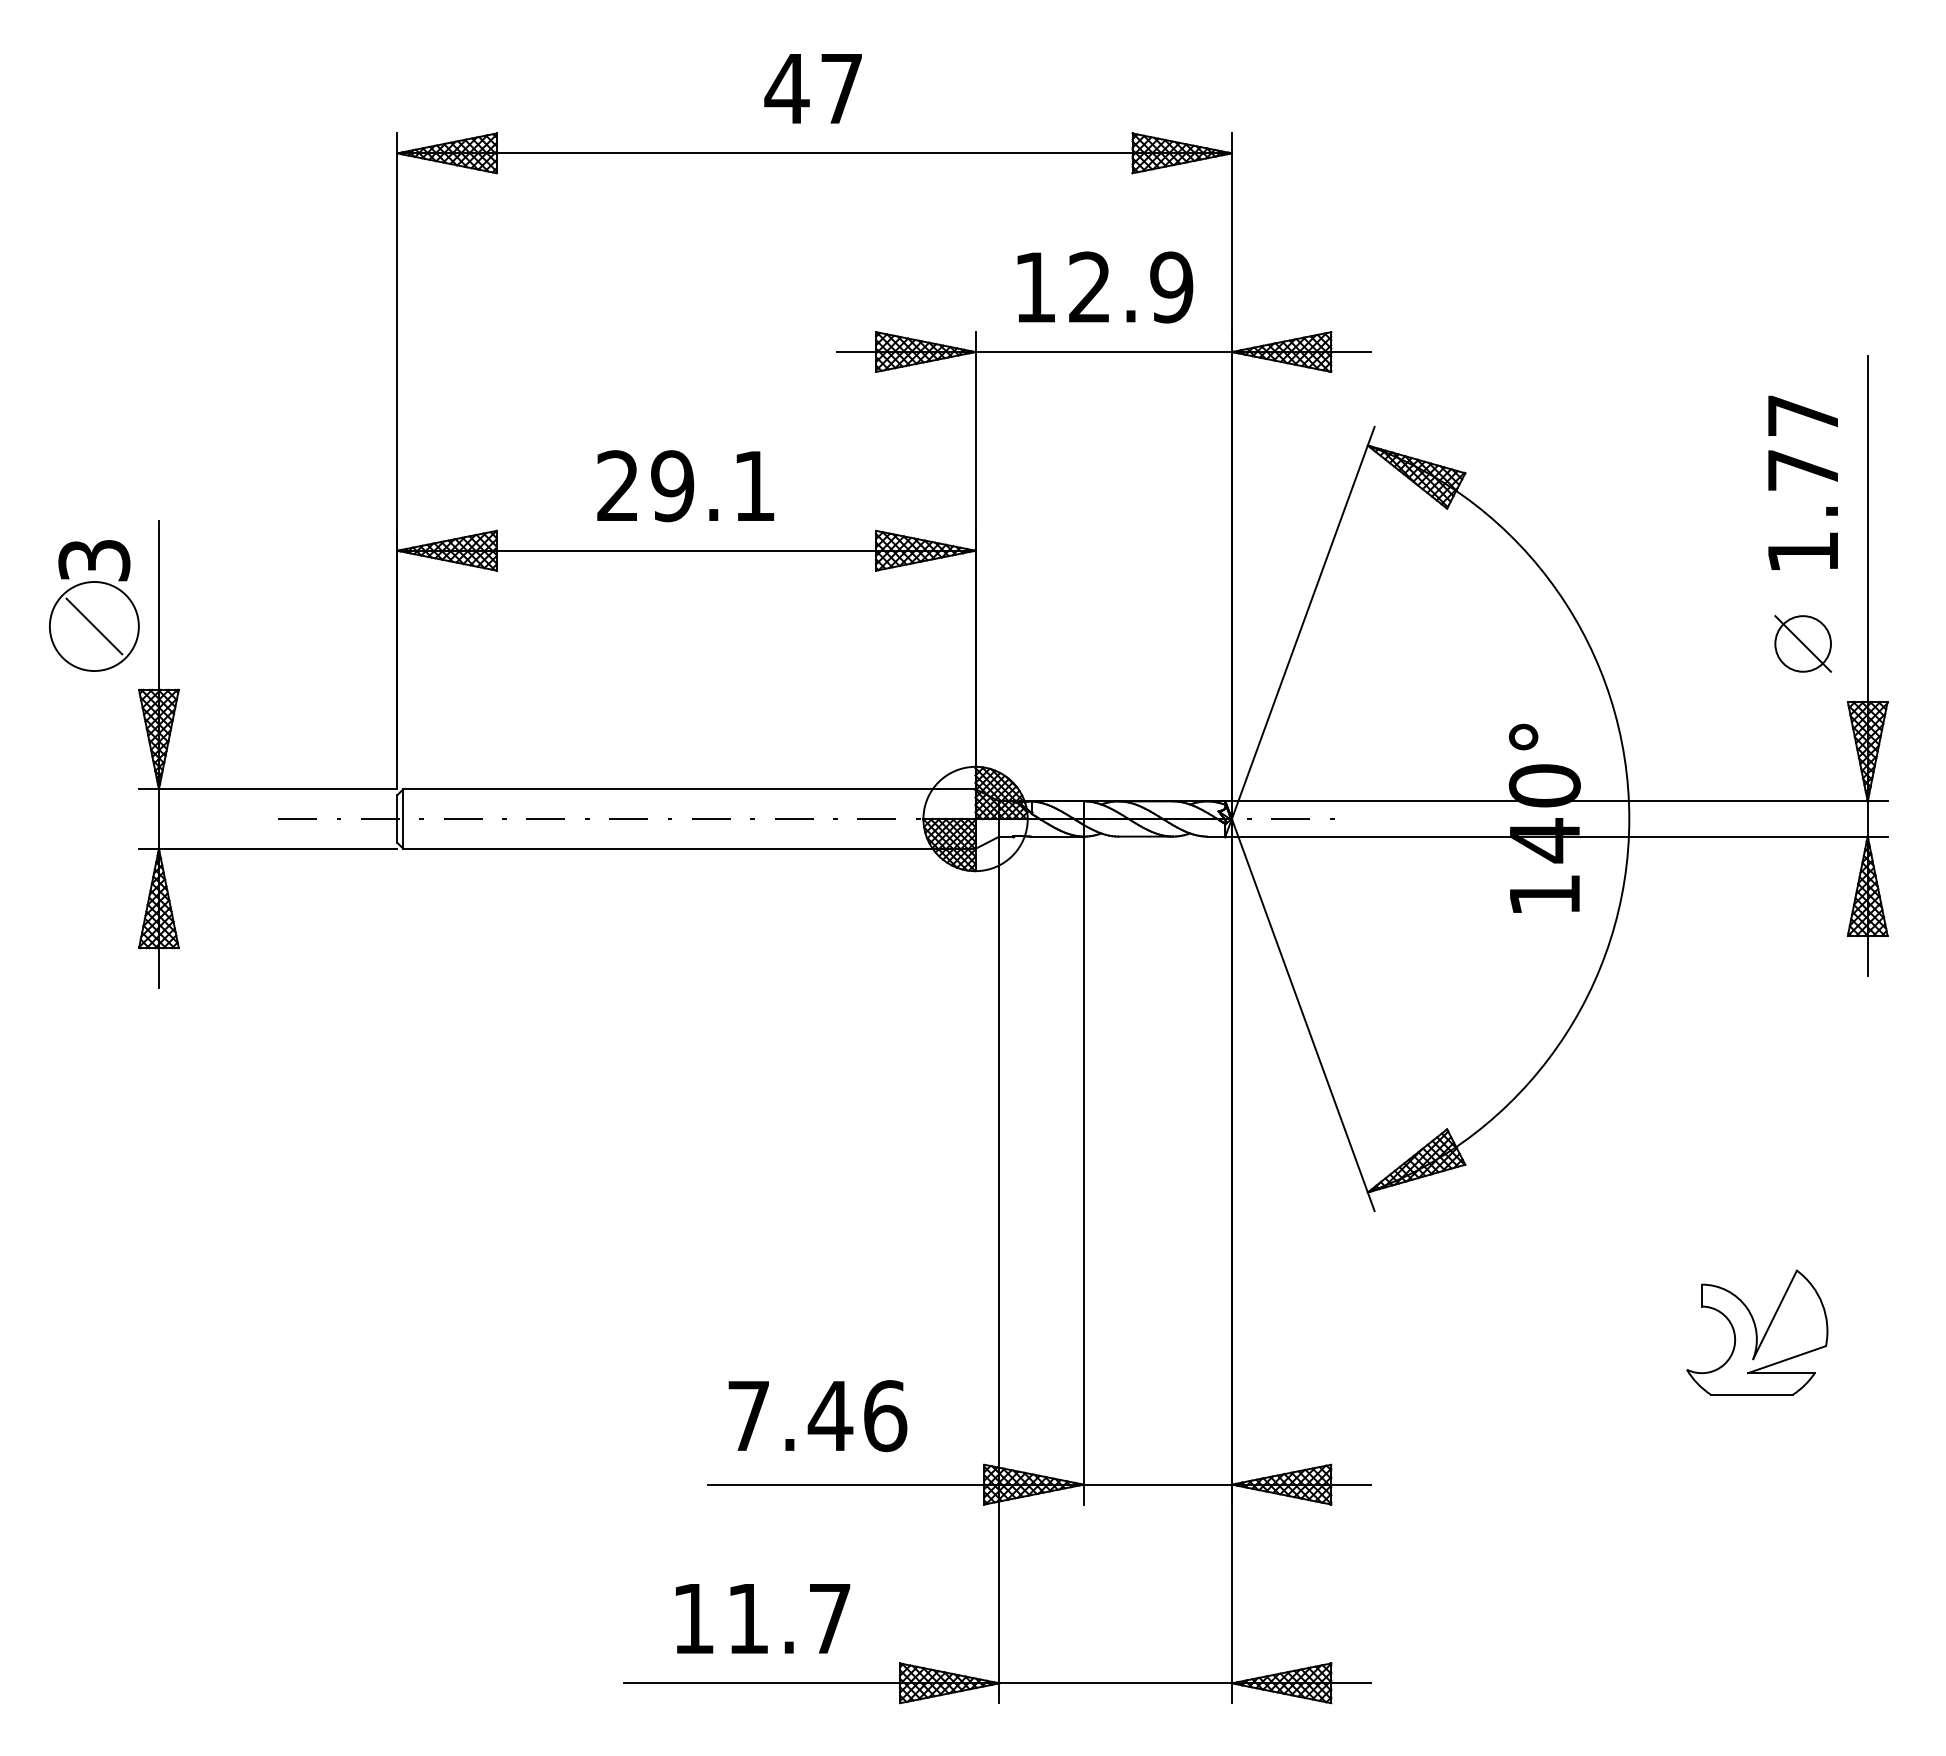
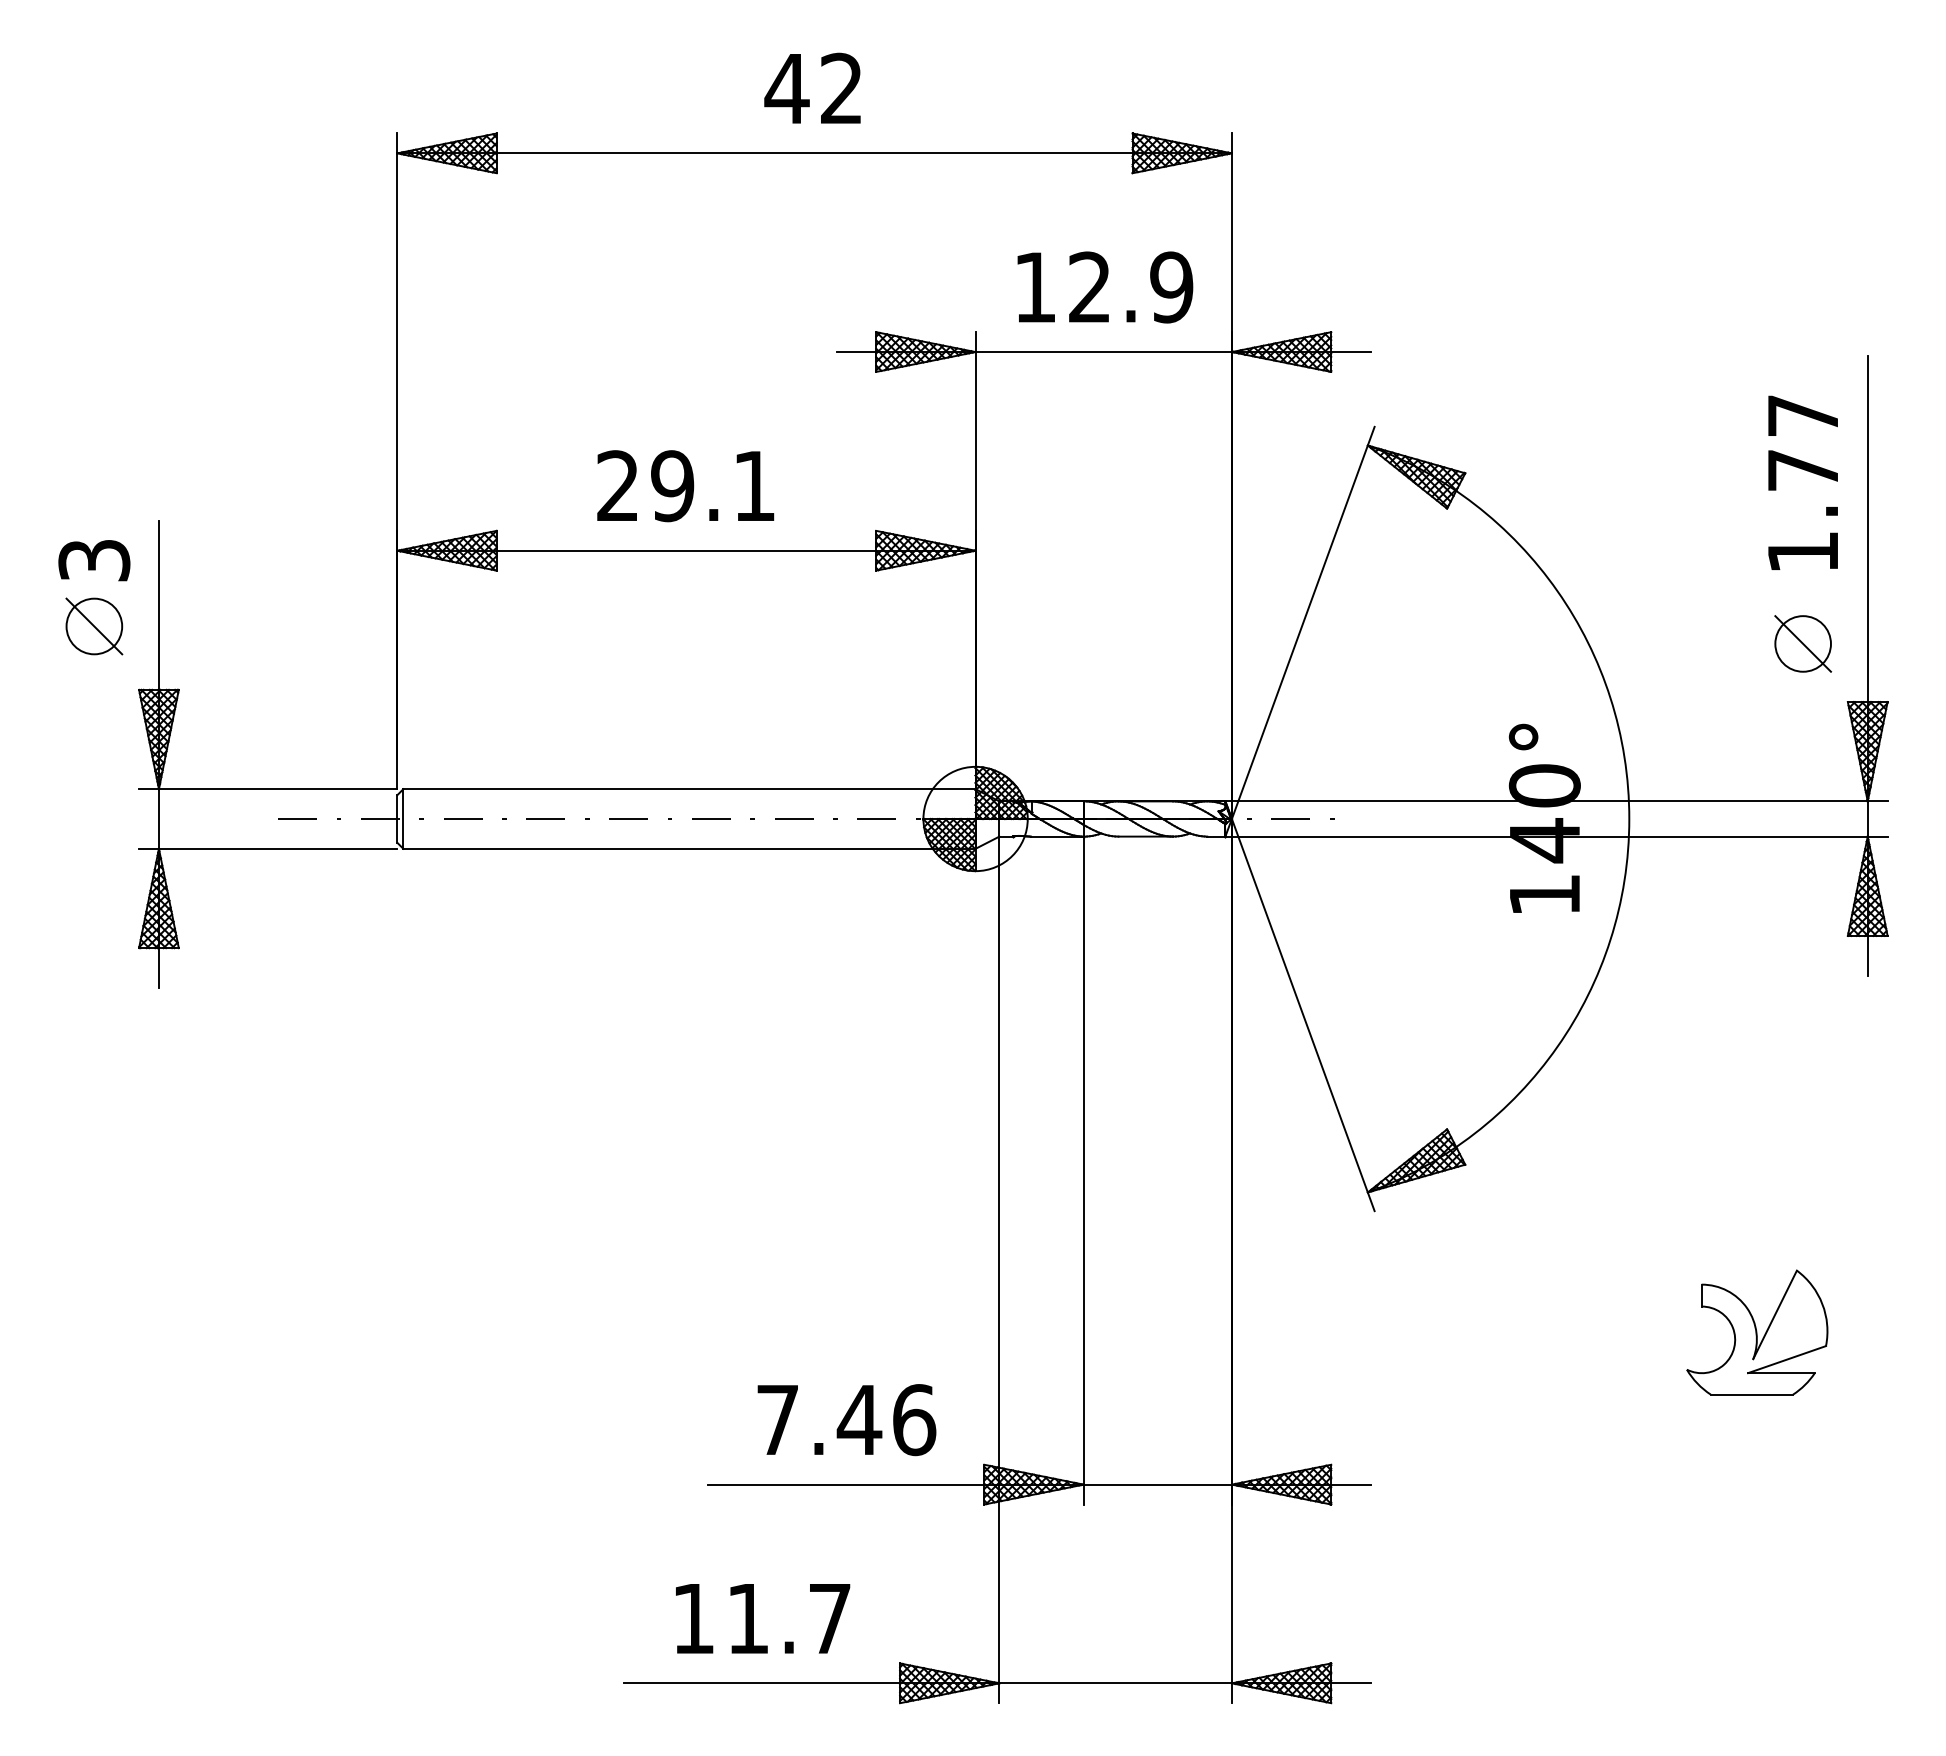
text at (841, 87): 47 -> 42
circle at (93, 626) diameter: 89 px -> 56 px
text at (817, 1416) position: (817, 1416) -> (846, 1420)
